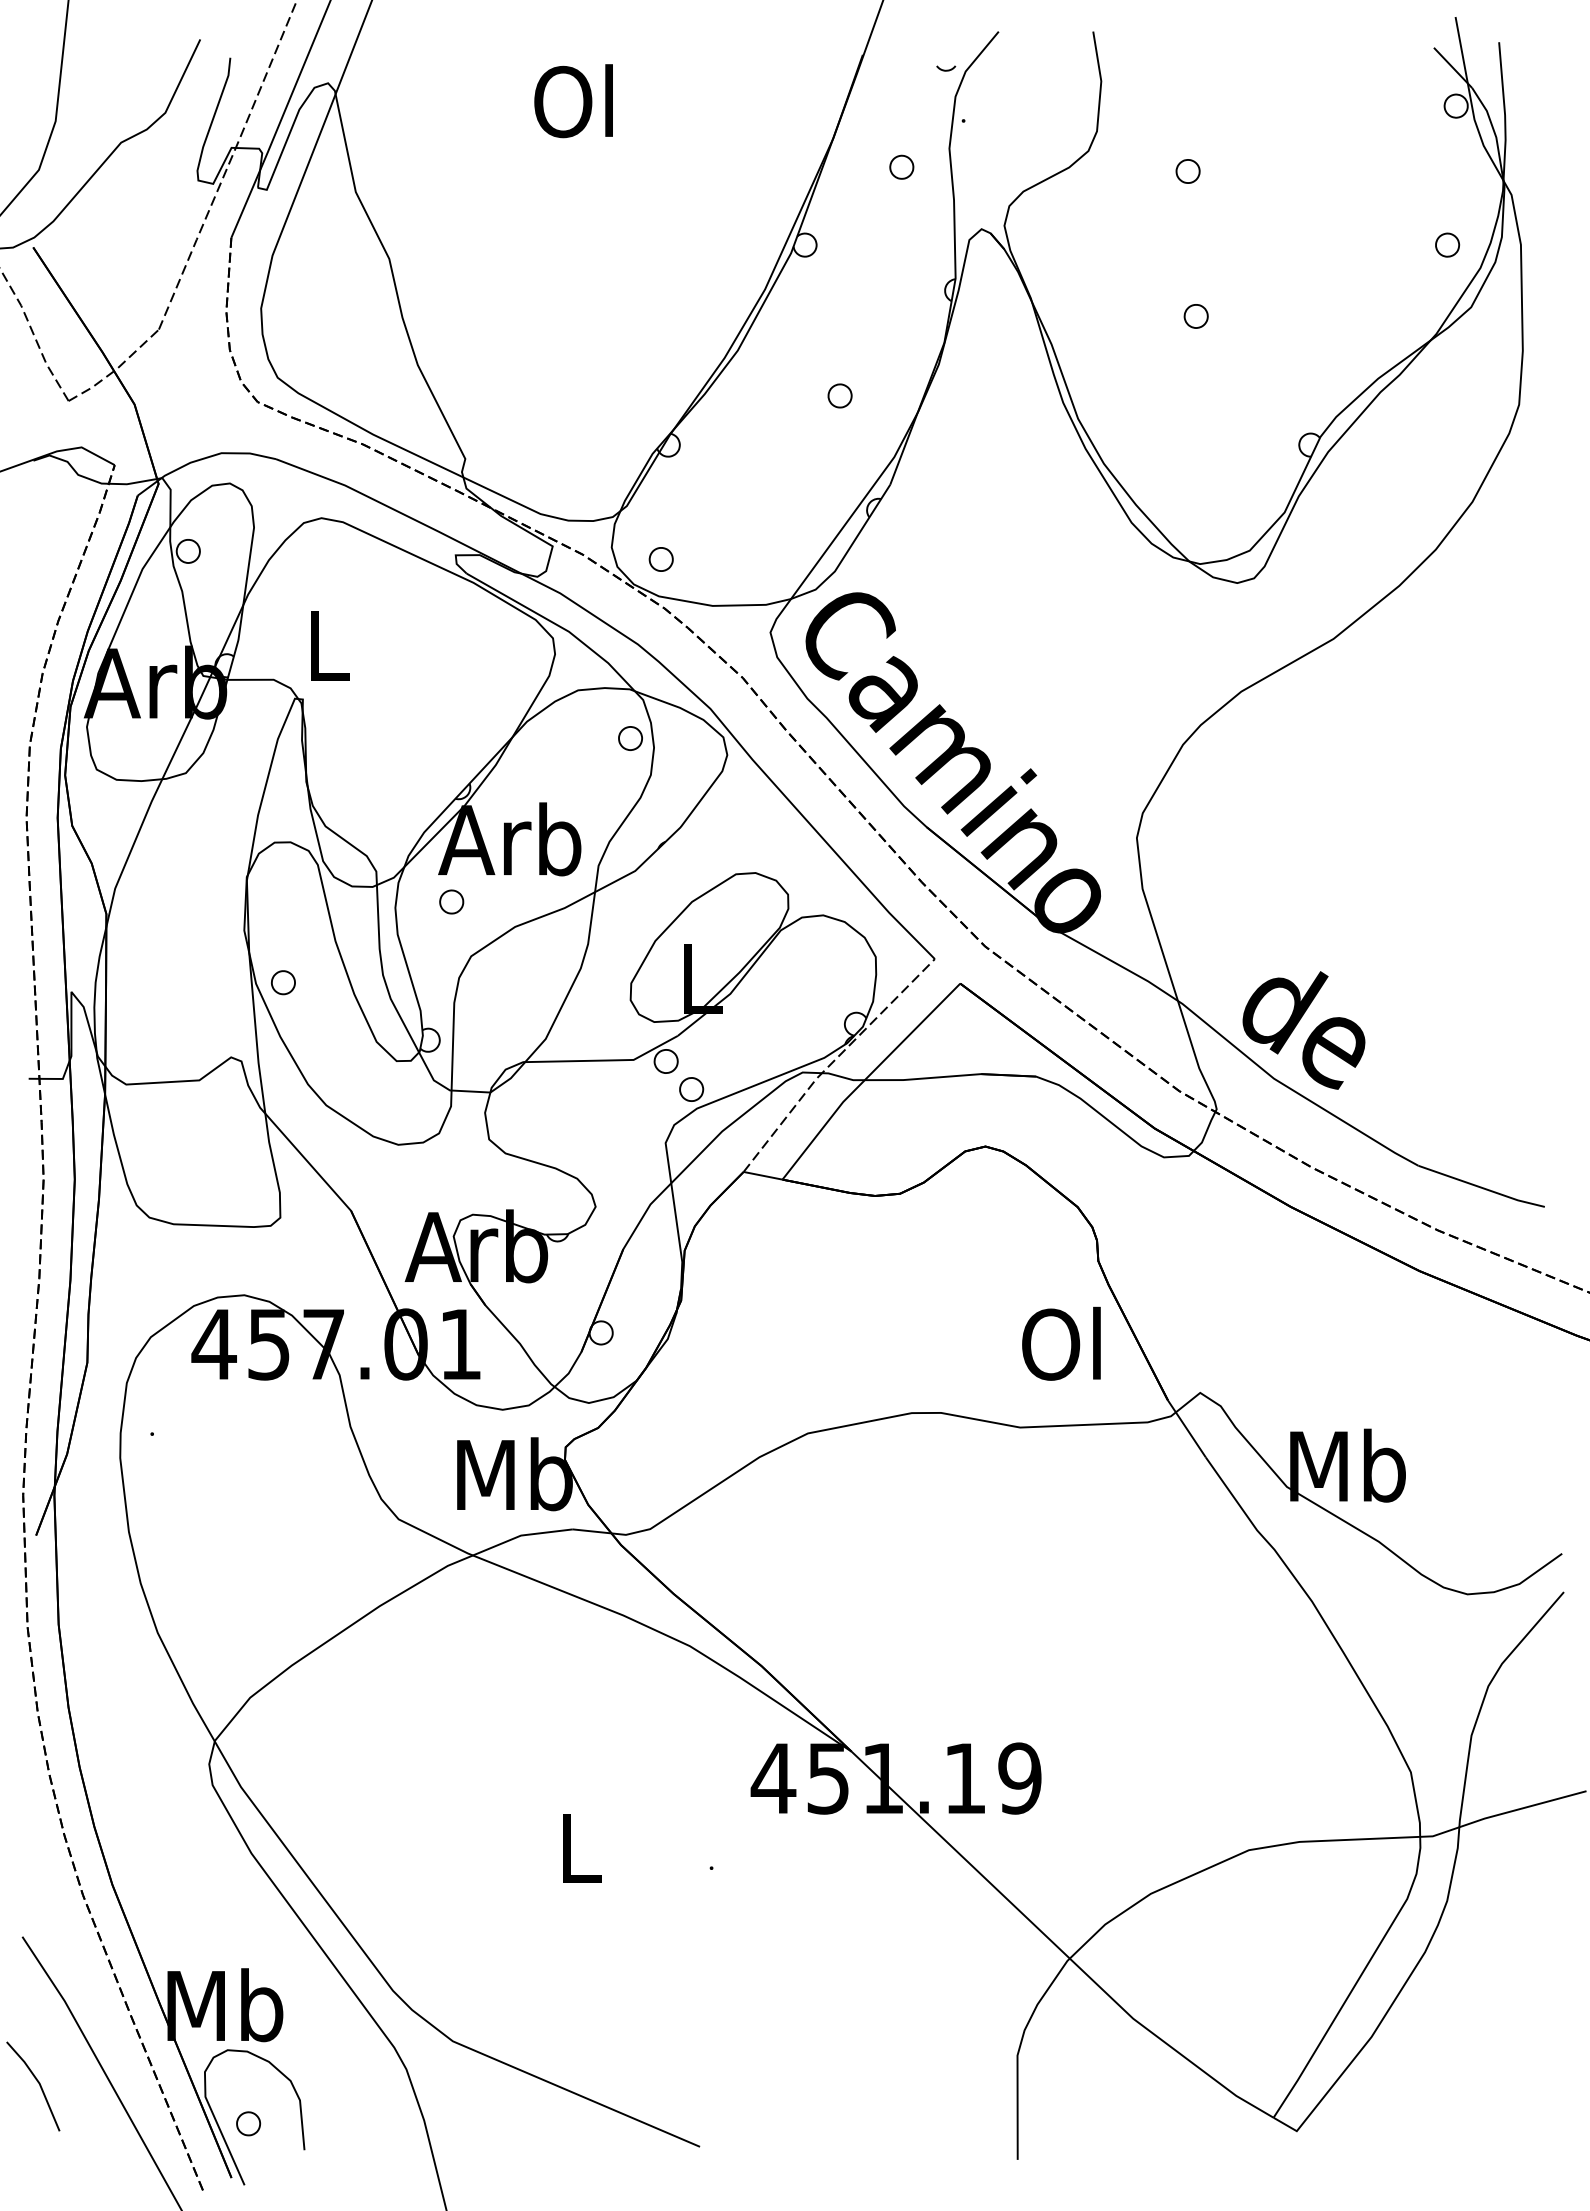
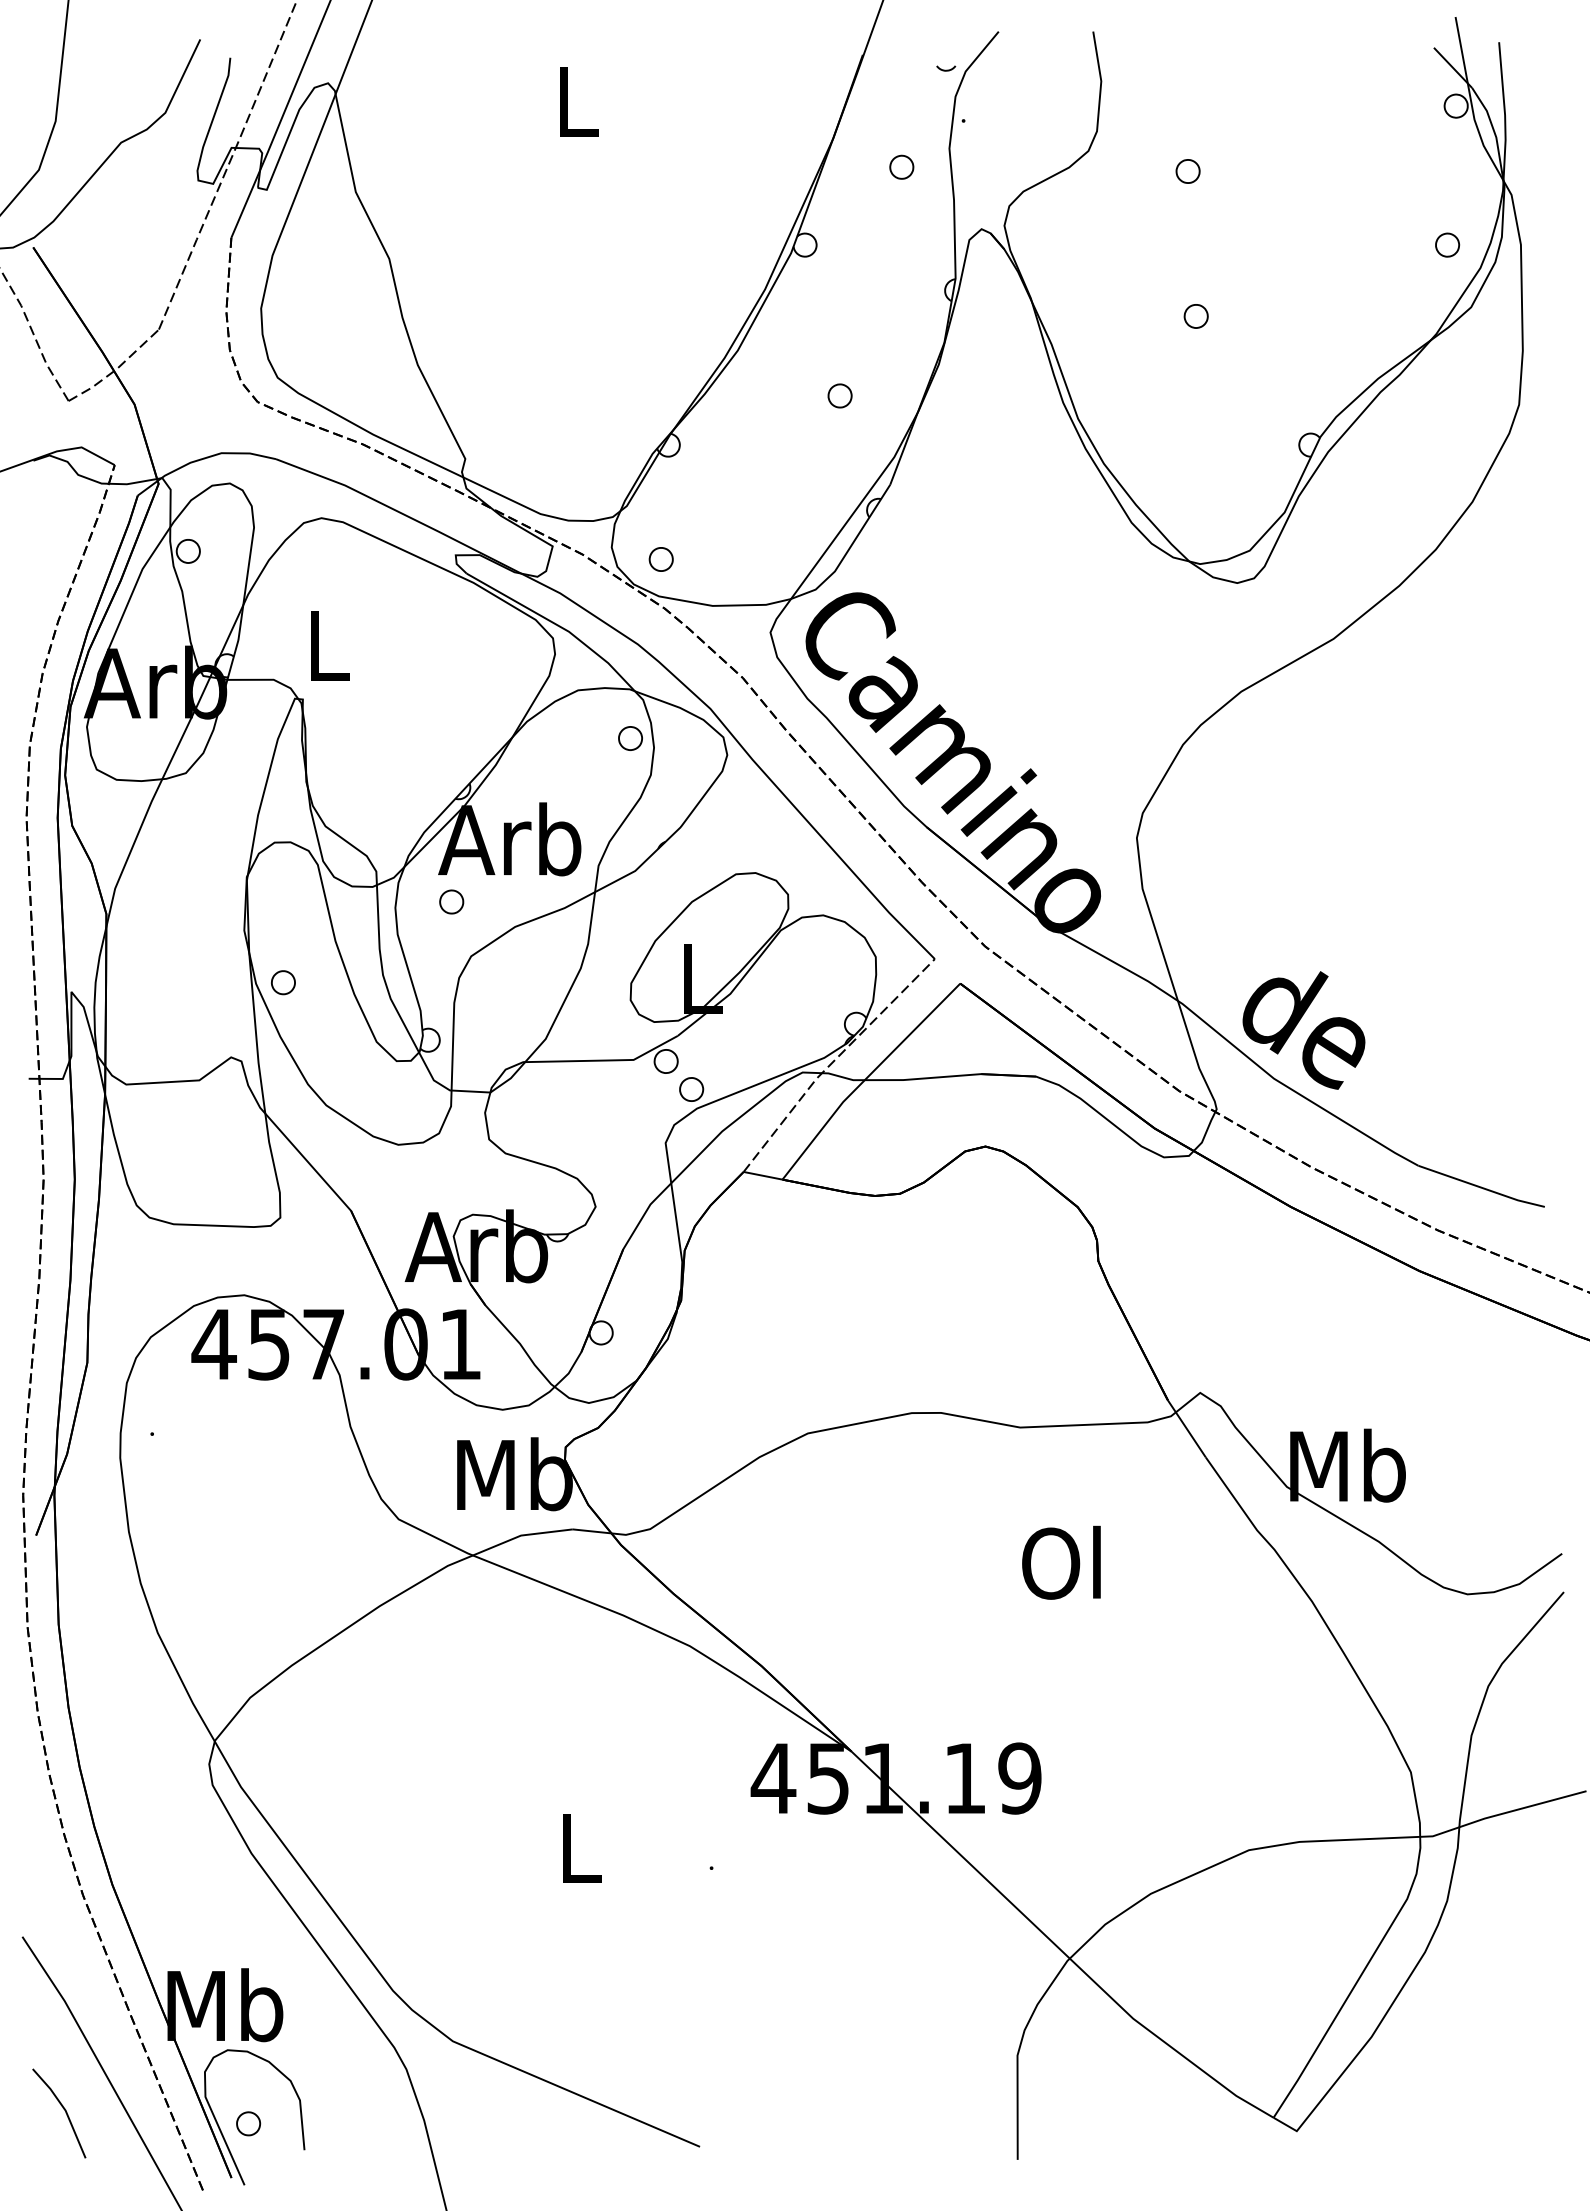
text at (573, 101): Ol -> L
text at (1061, 1343) position: (1061, 1343) -> (1061, 1562)
line at (37, 2082) position: (37, 2082) -> (63, 2109)
